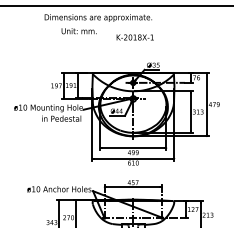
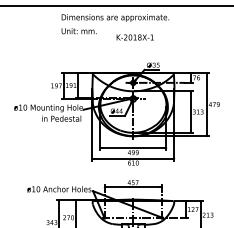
text at (97, 17) position: (97, 17) -> (114, 17)
